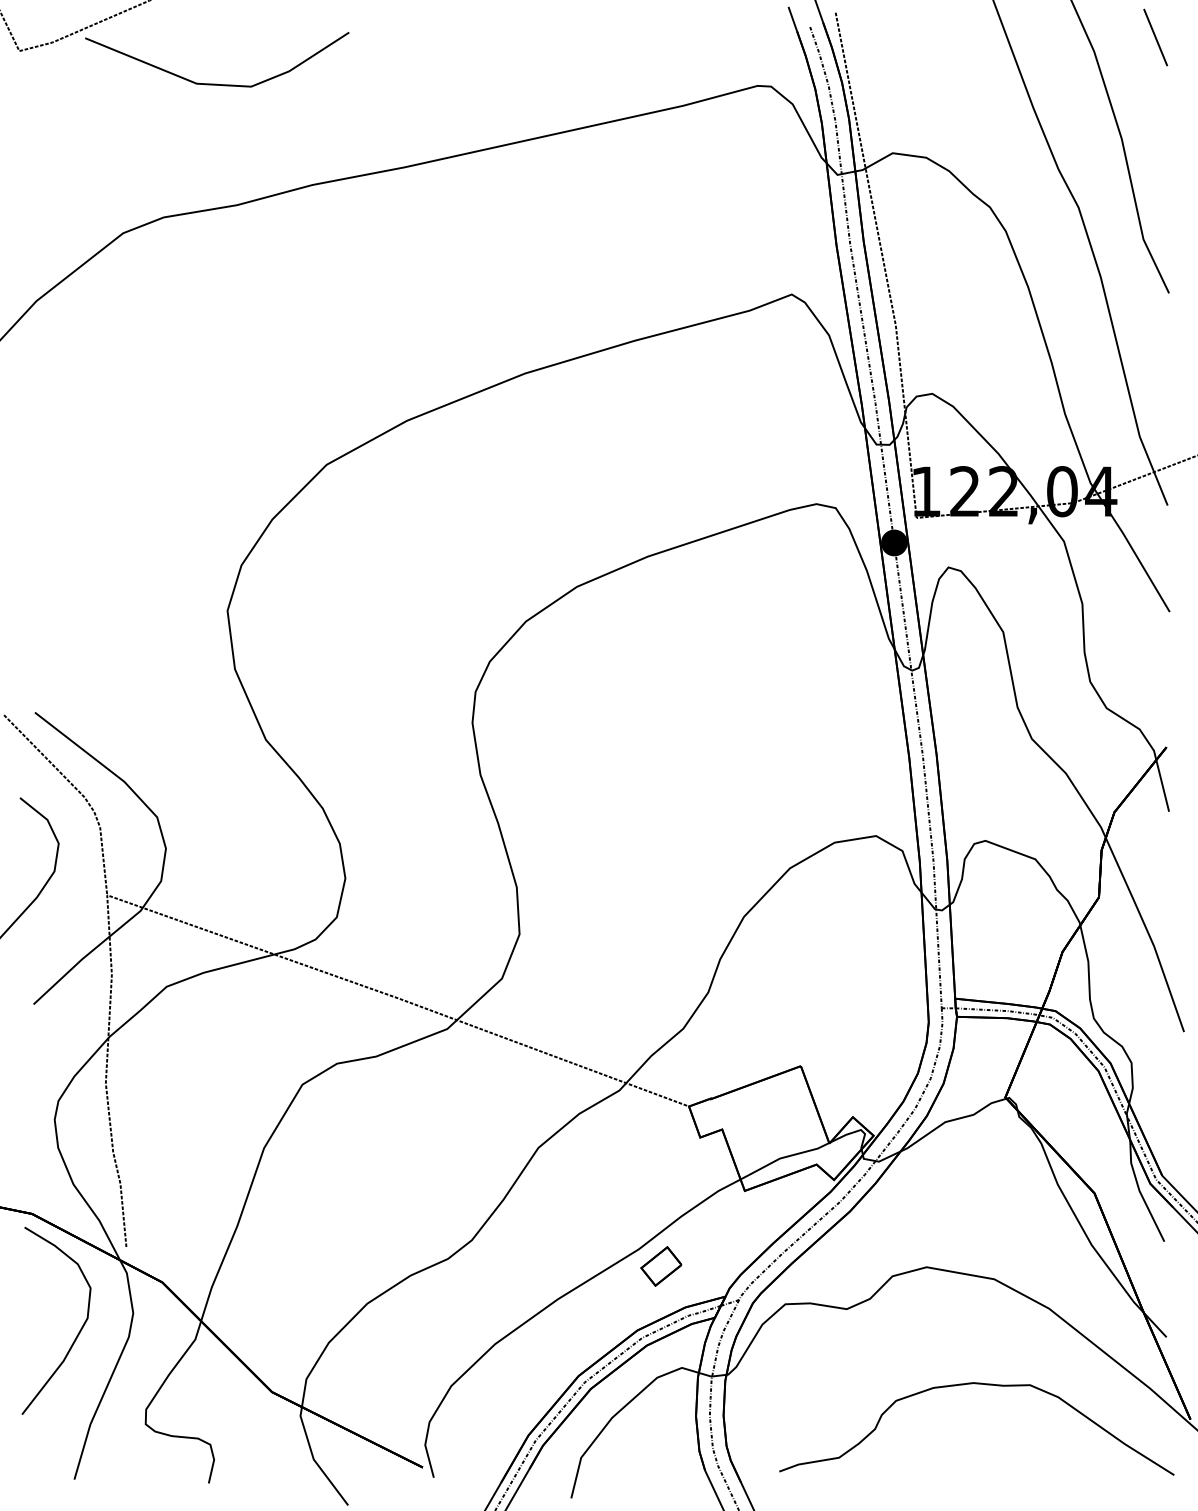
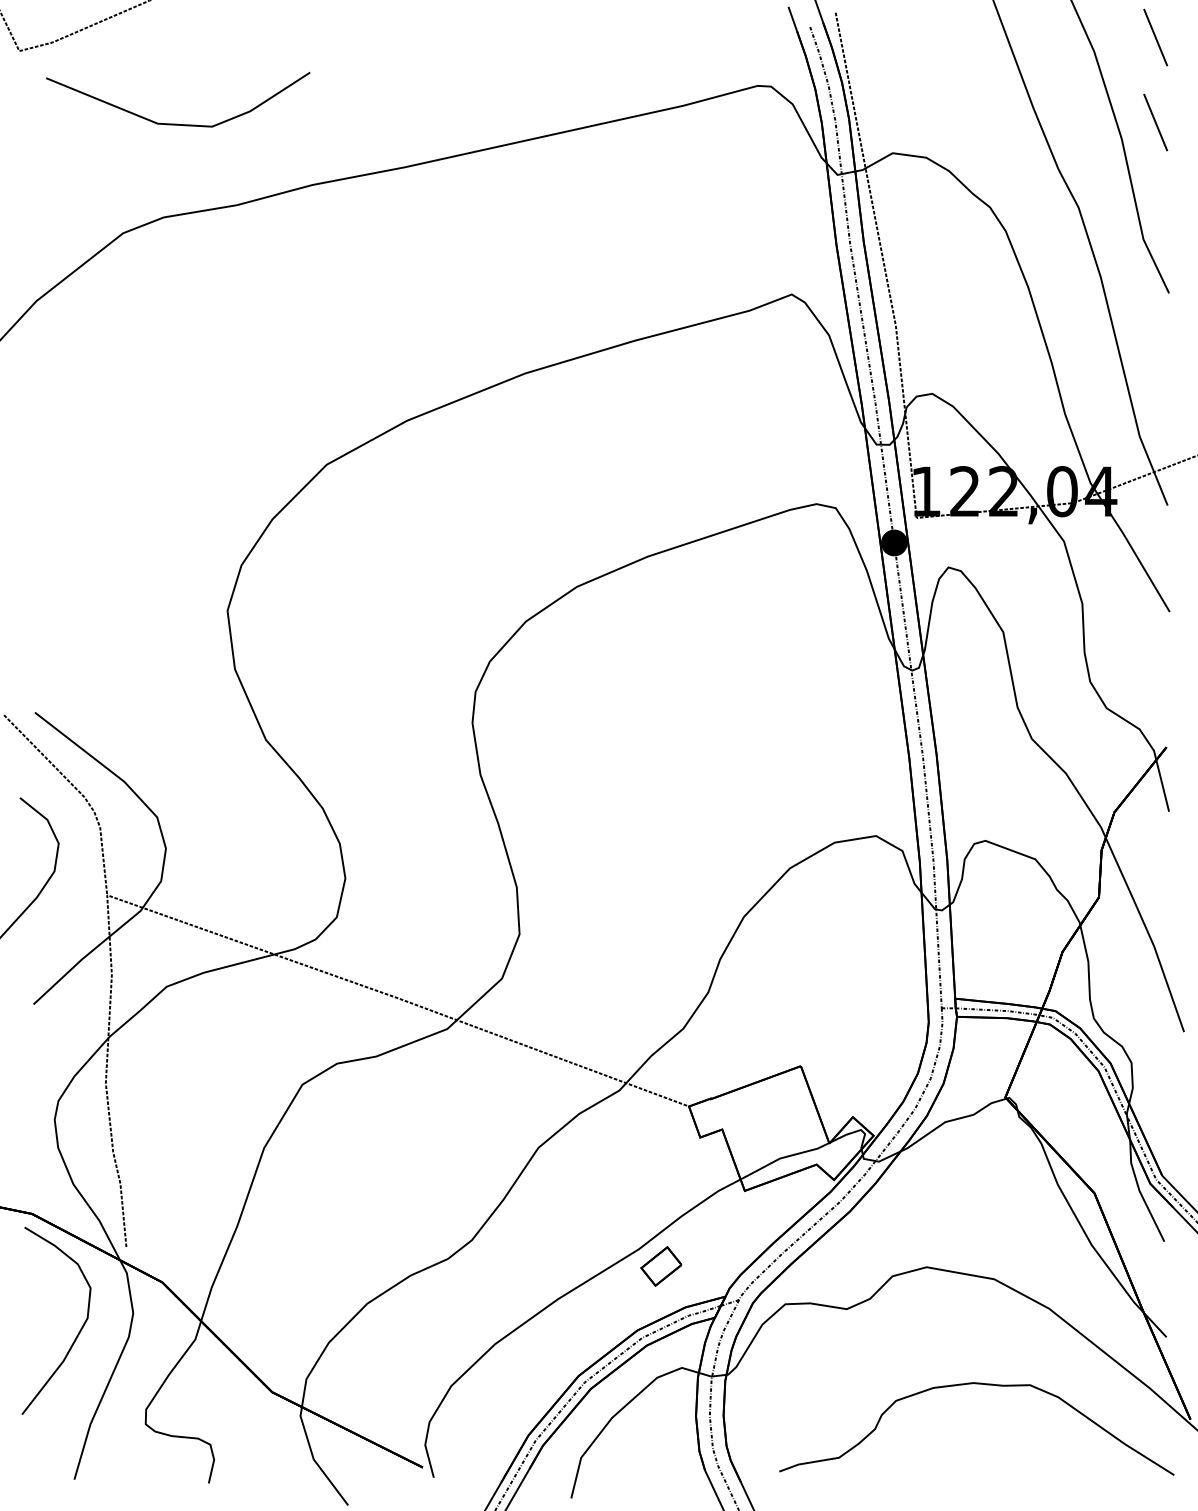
line at (216, 83) position: (216, 83) -> (177, 123)
line at (1155, 122): none -> present
